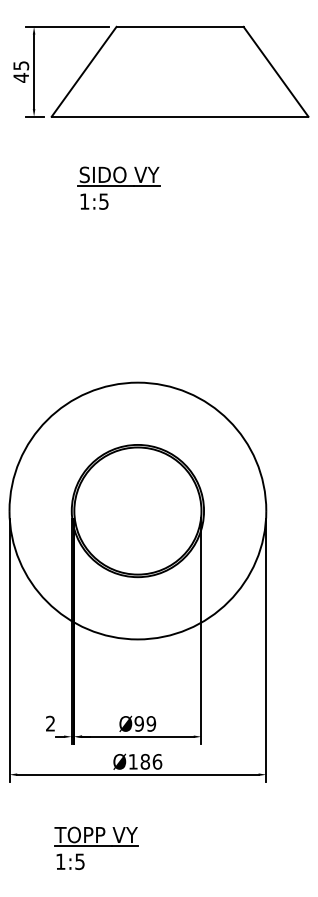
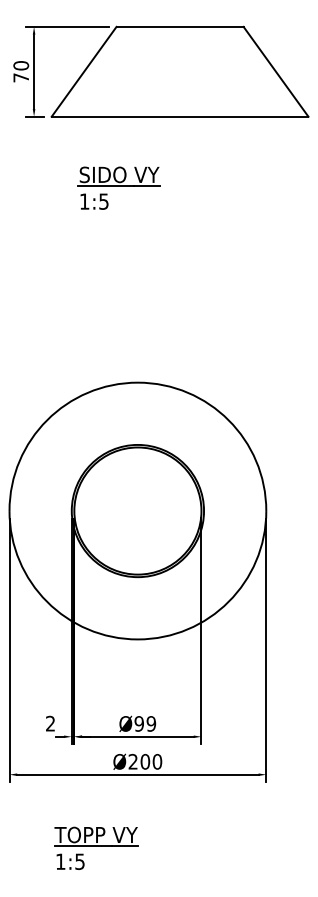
text at (21, 71): 45 -> 70
text at (145, 761): Ø186 -> Ø200
